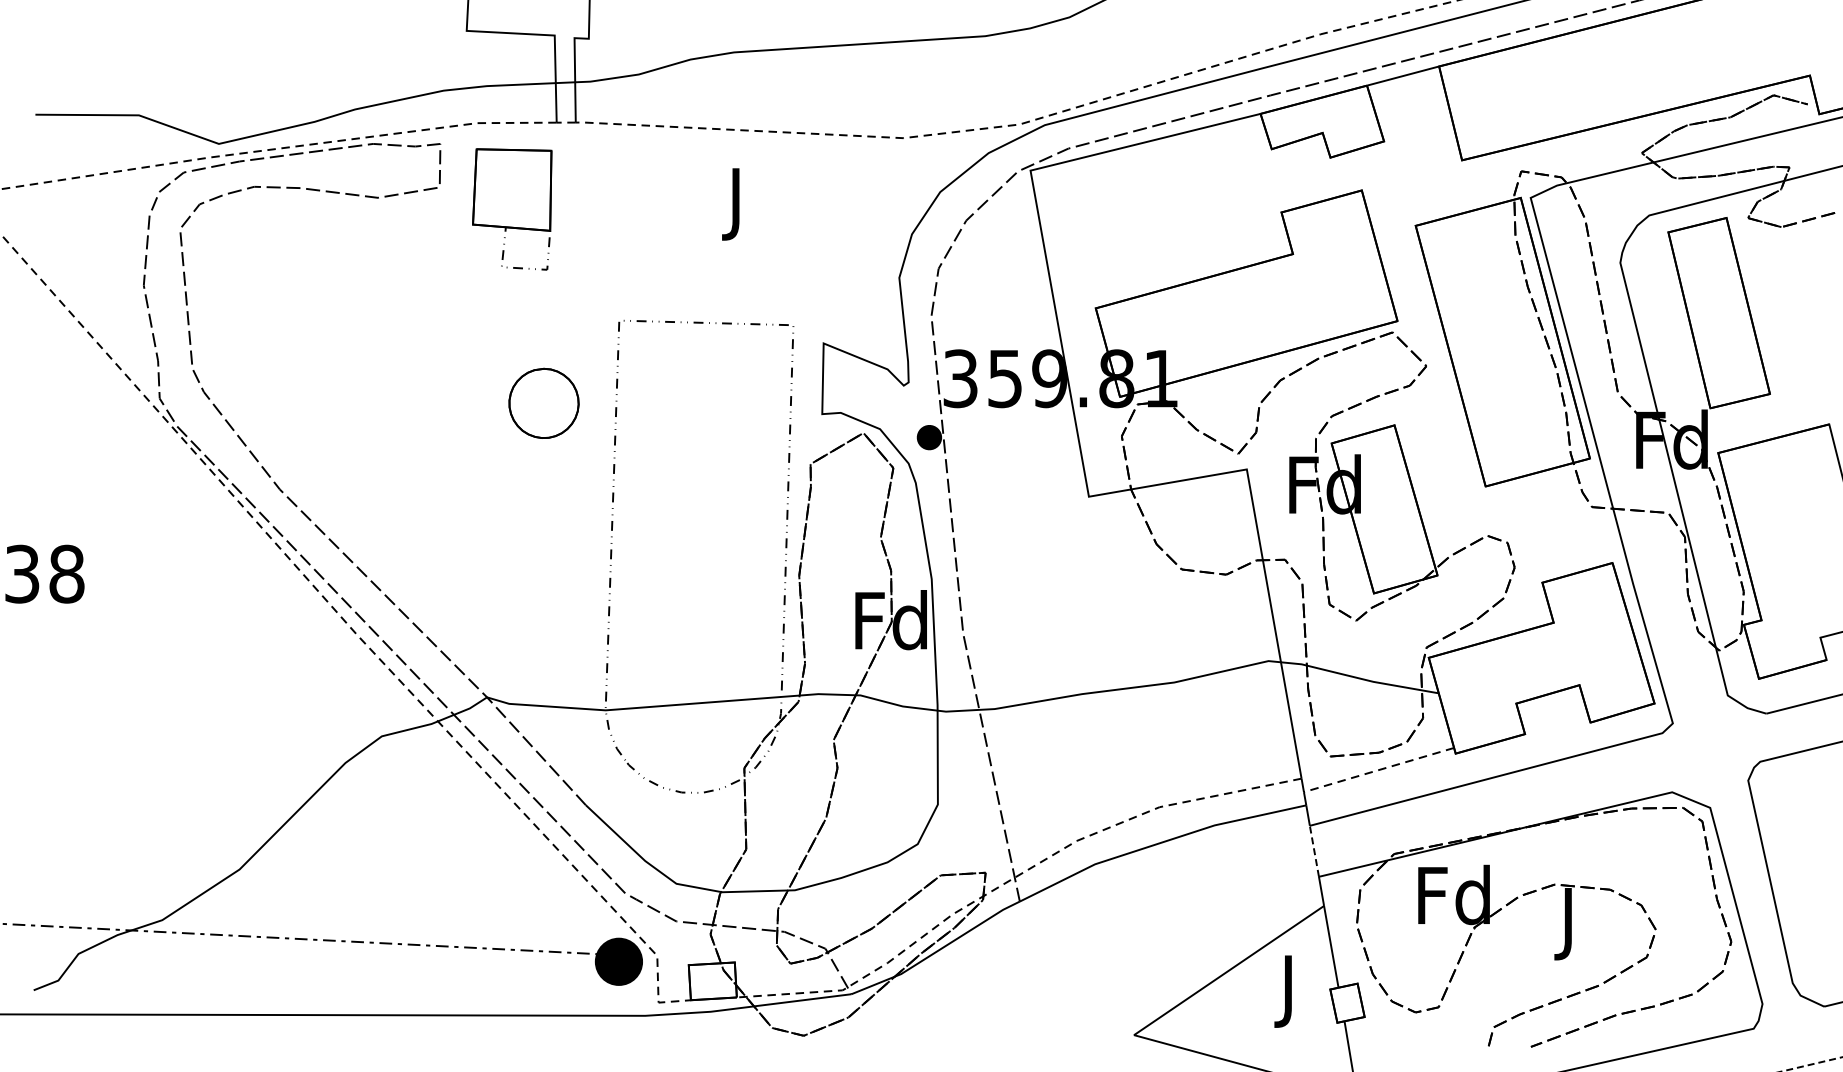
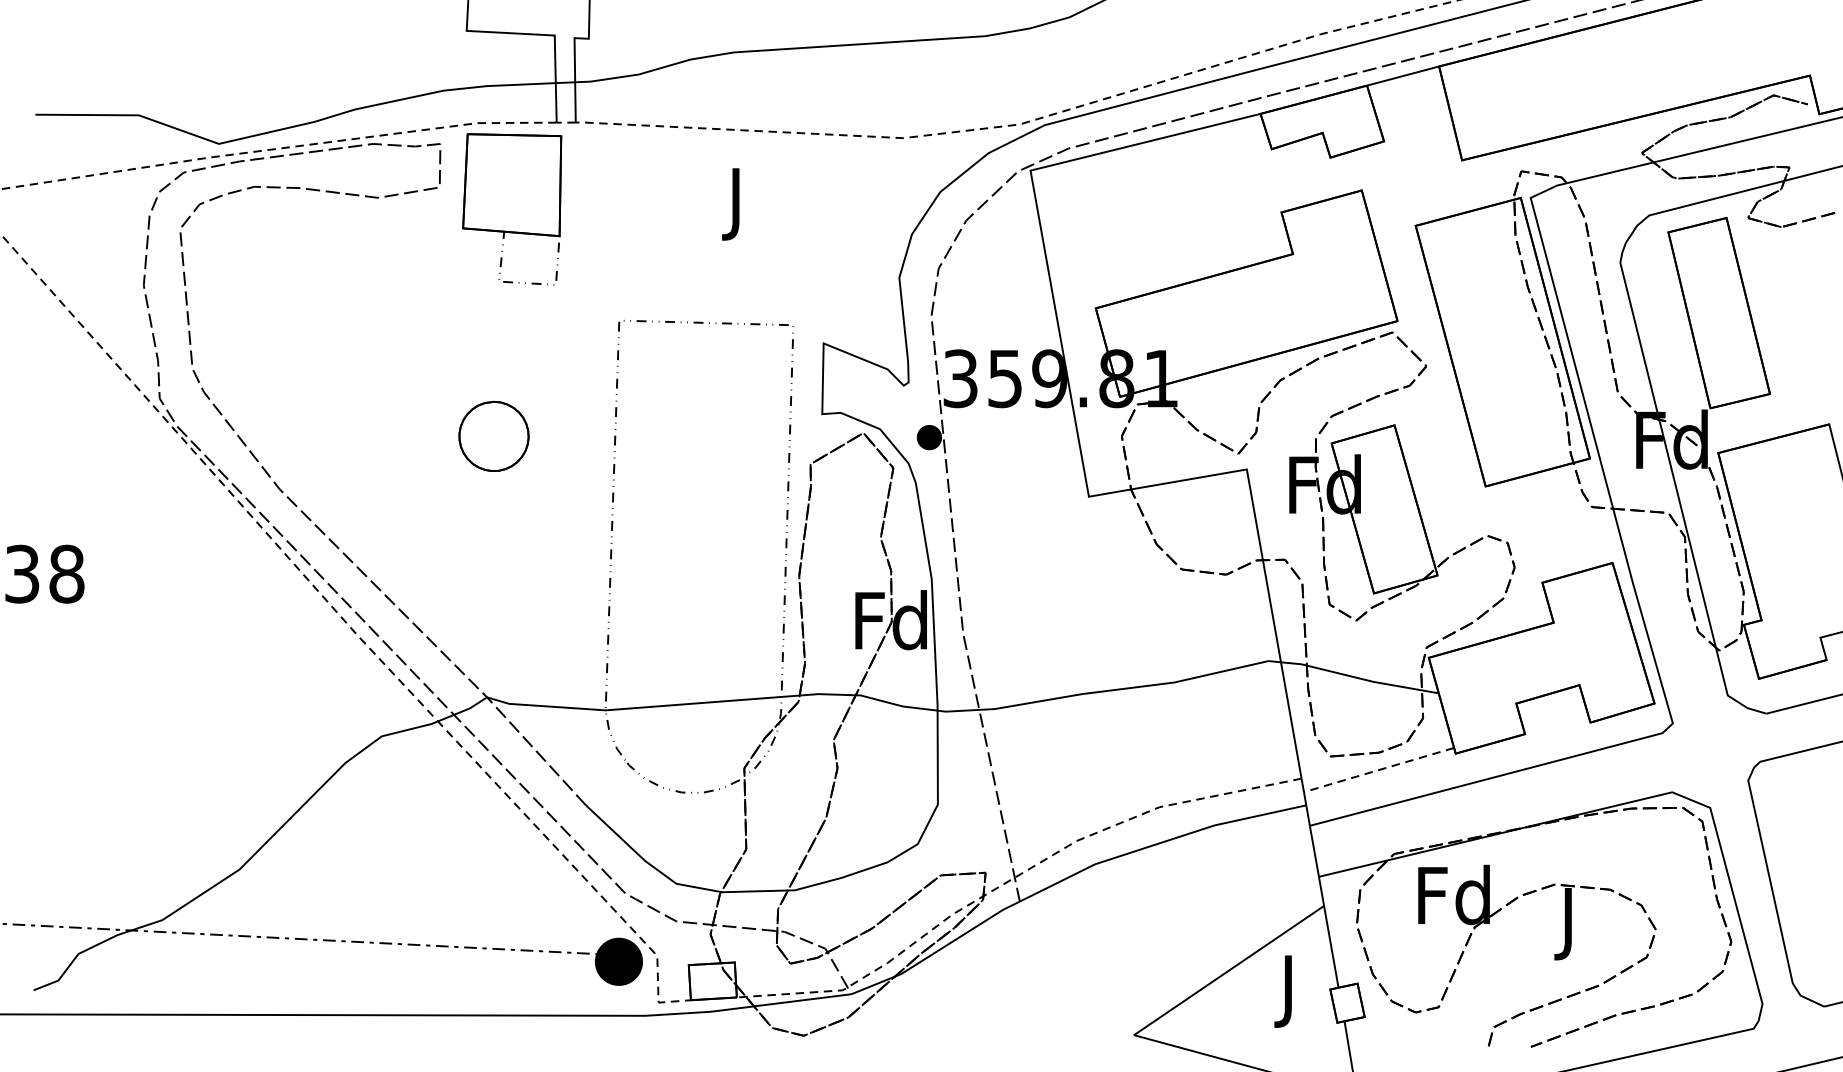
part at (512, 209) size: 81x123 px -> 101x153 px
part at (543, 402) position: (543, 402) -> (493, 435)
line at (1314, 851): dashed -> solid
line at (1811, 1064): dashed -> solid
